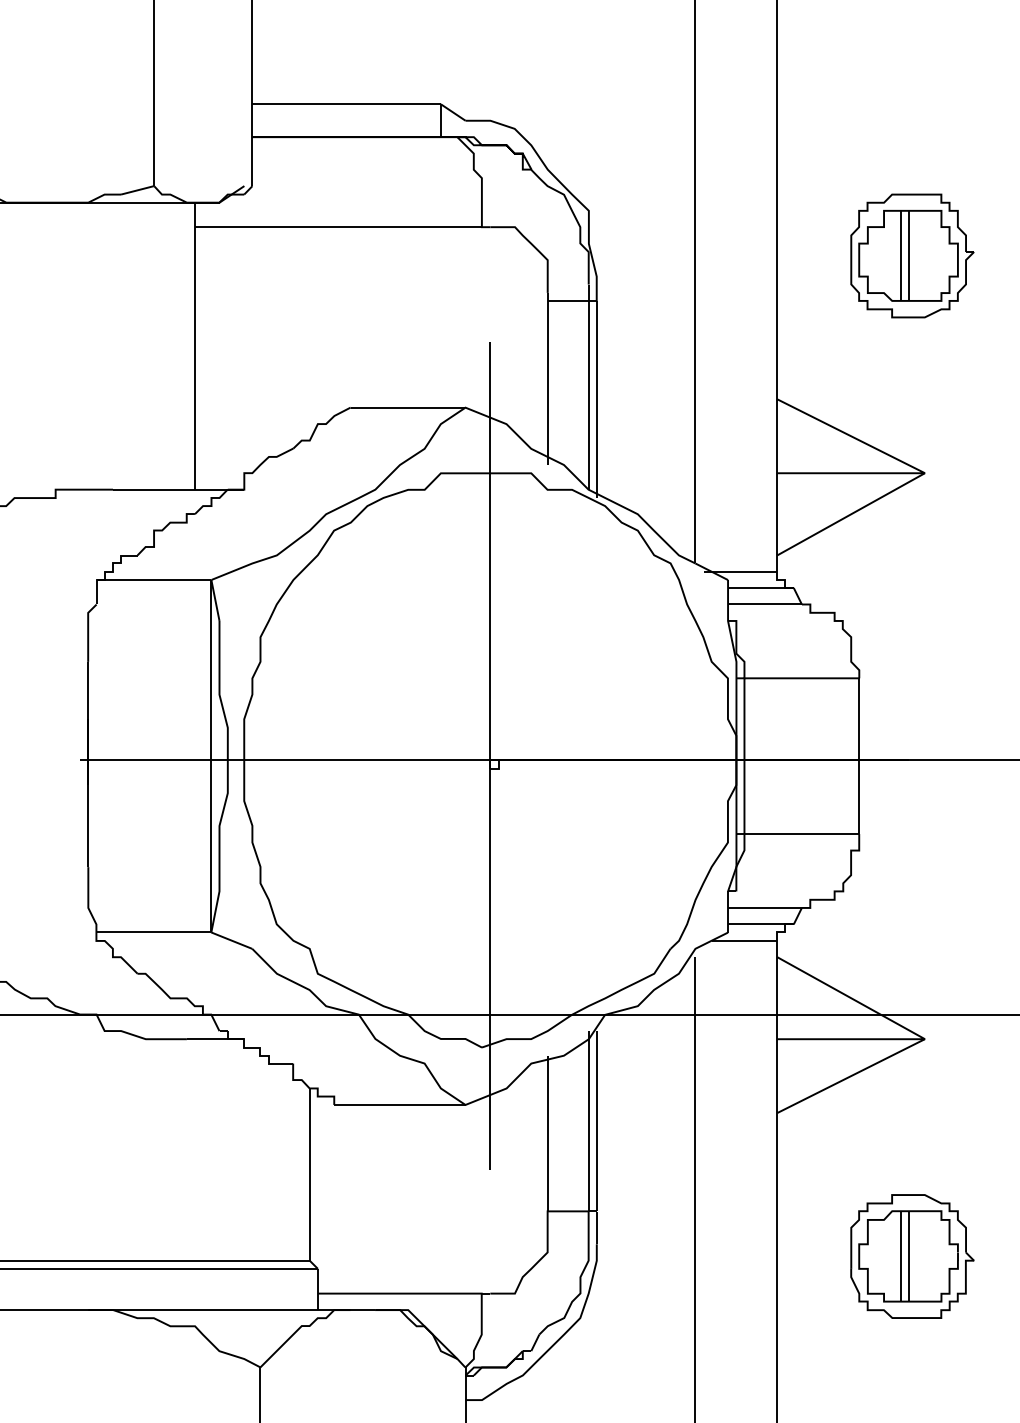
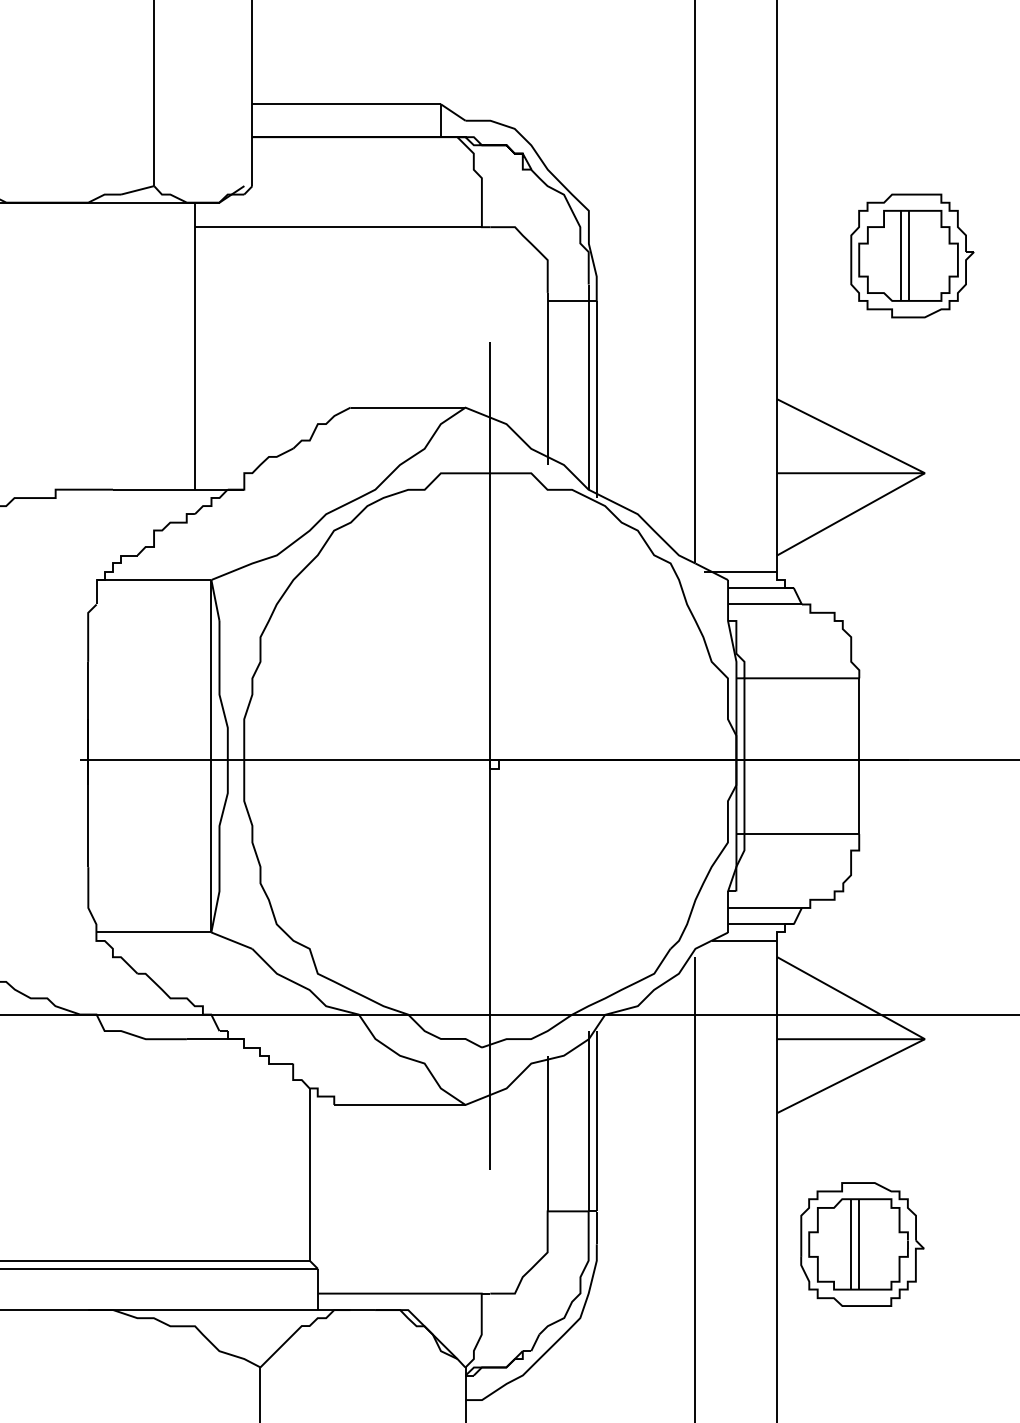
part at (912, 1256) position: (912, 1256) -> (862, 1244)
